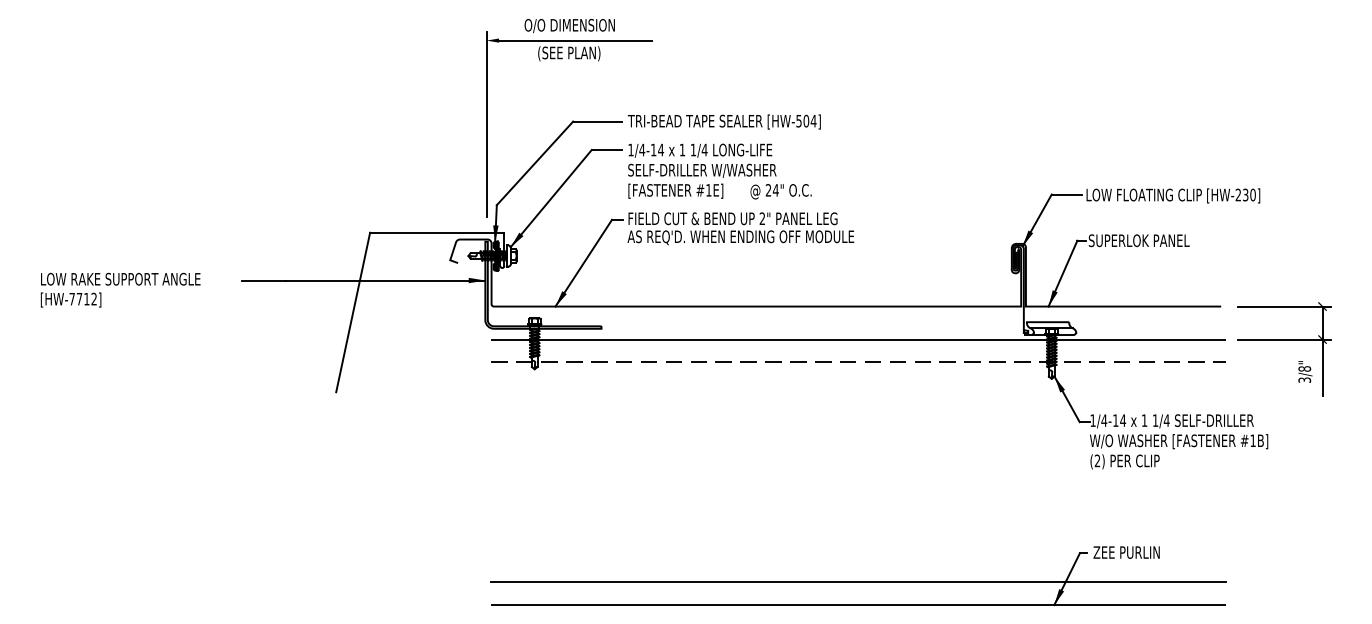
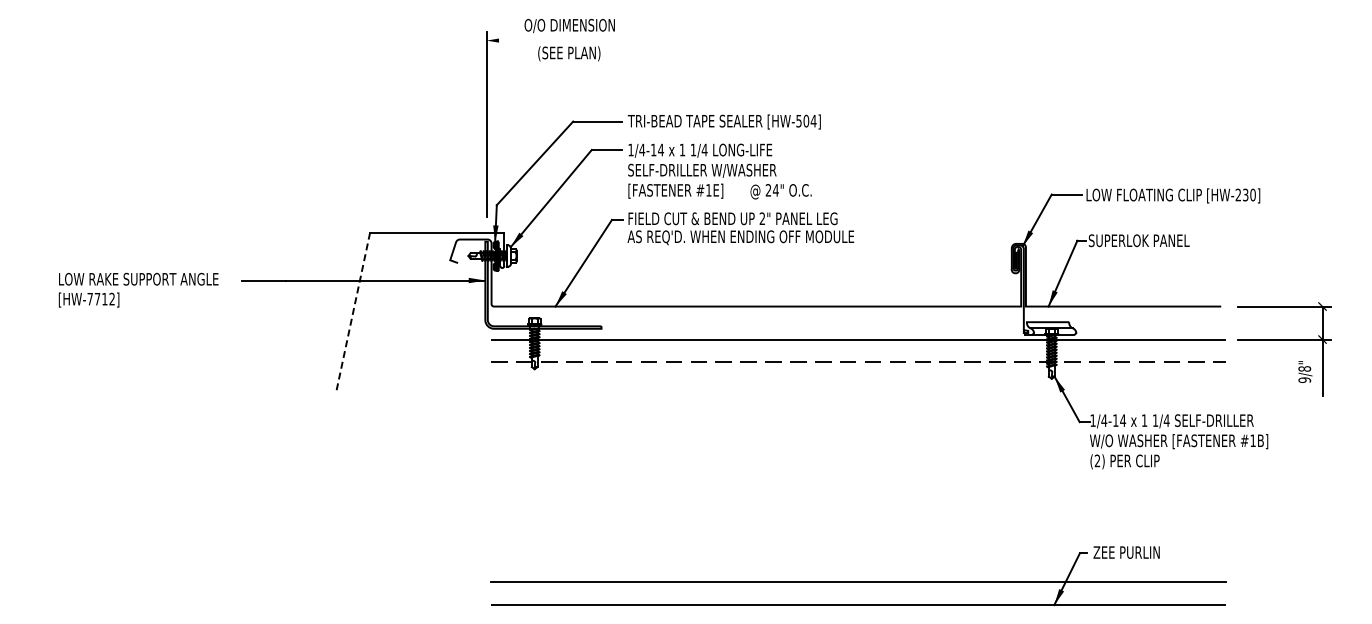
line at (575, 40): present -> none
text at (120, 289) position: (120, 289) -> (138, 289)
line at (353, 312): solid -> dashed
text at (1304, 380): 3/8" -> 9/8"
